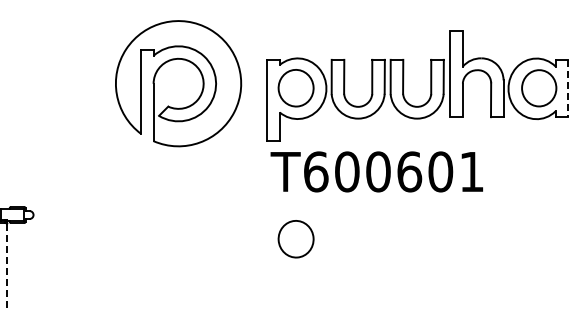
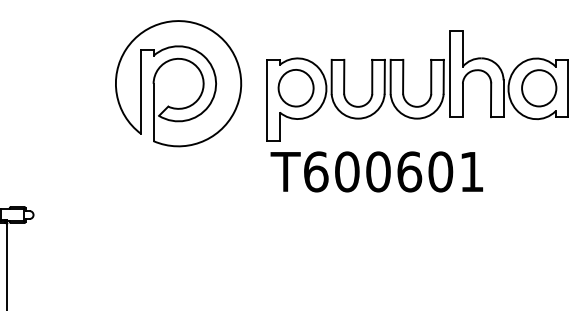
line at (568, 88): dashed -> solid
part at (295, 239): present -> none
line at (6, 267): dashed -> solid
